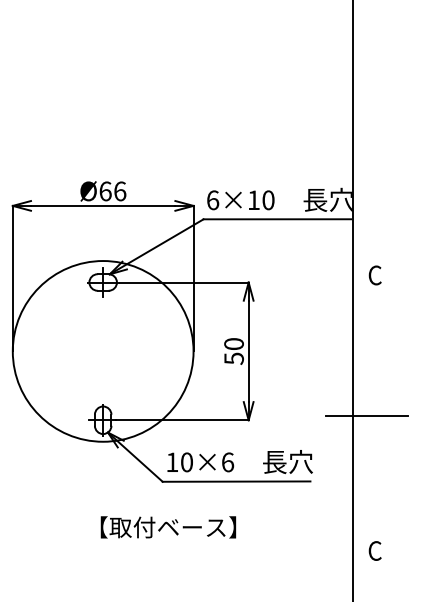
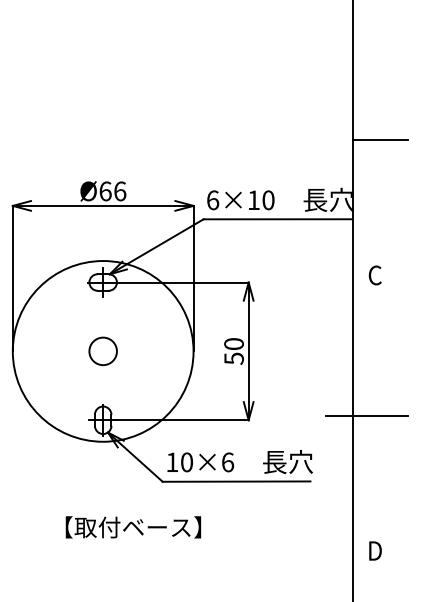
line at (380, 140): none -> present
circle at (102, 351): none -> present
text at (168, 527) position: (168, 527) -> (133, 527)
text at (374, 550): C -> D
